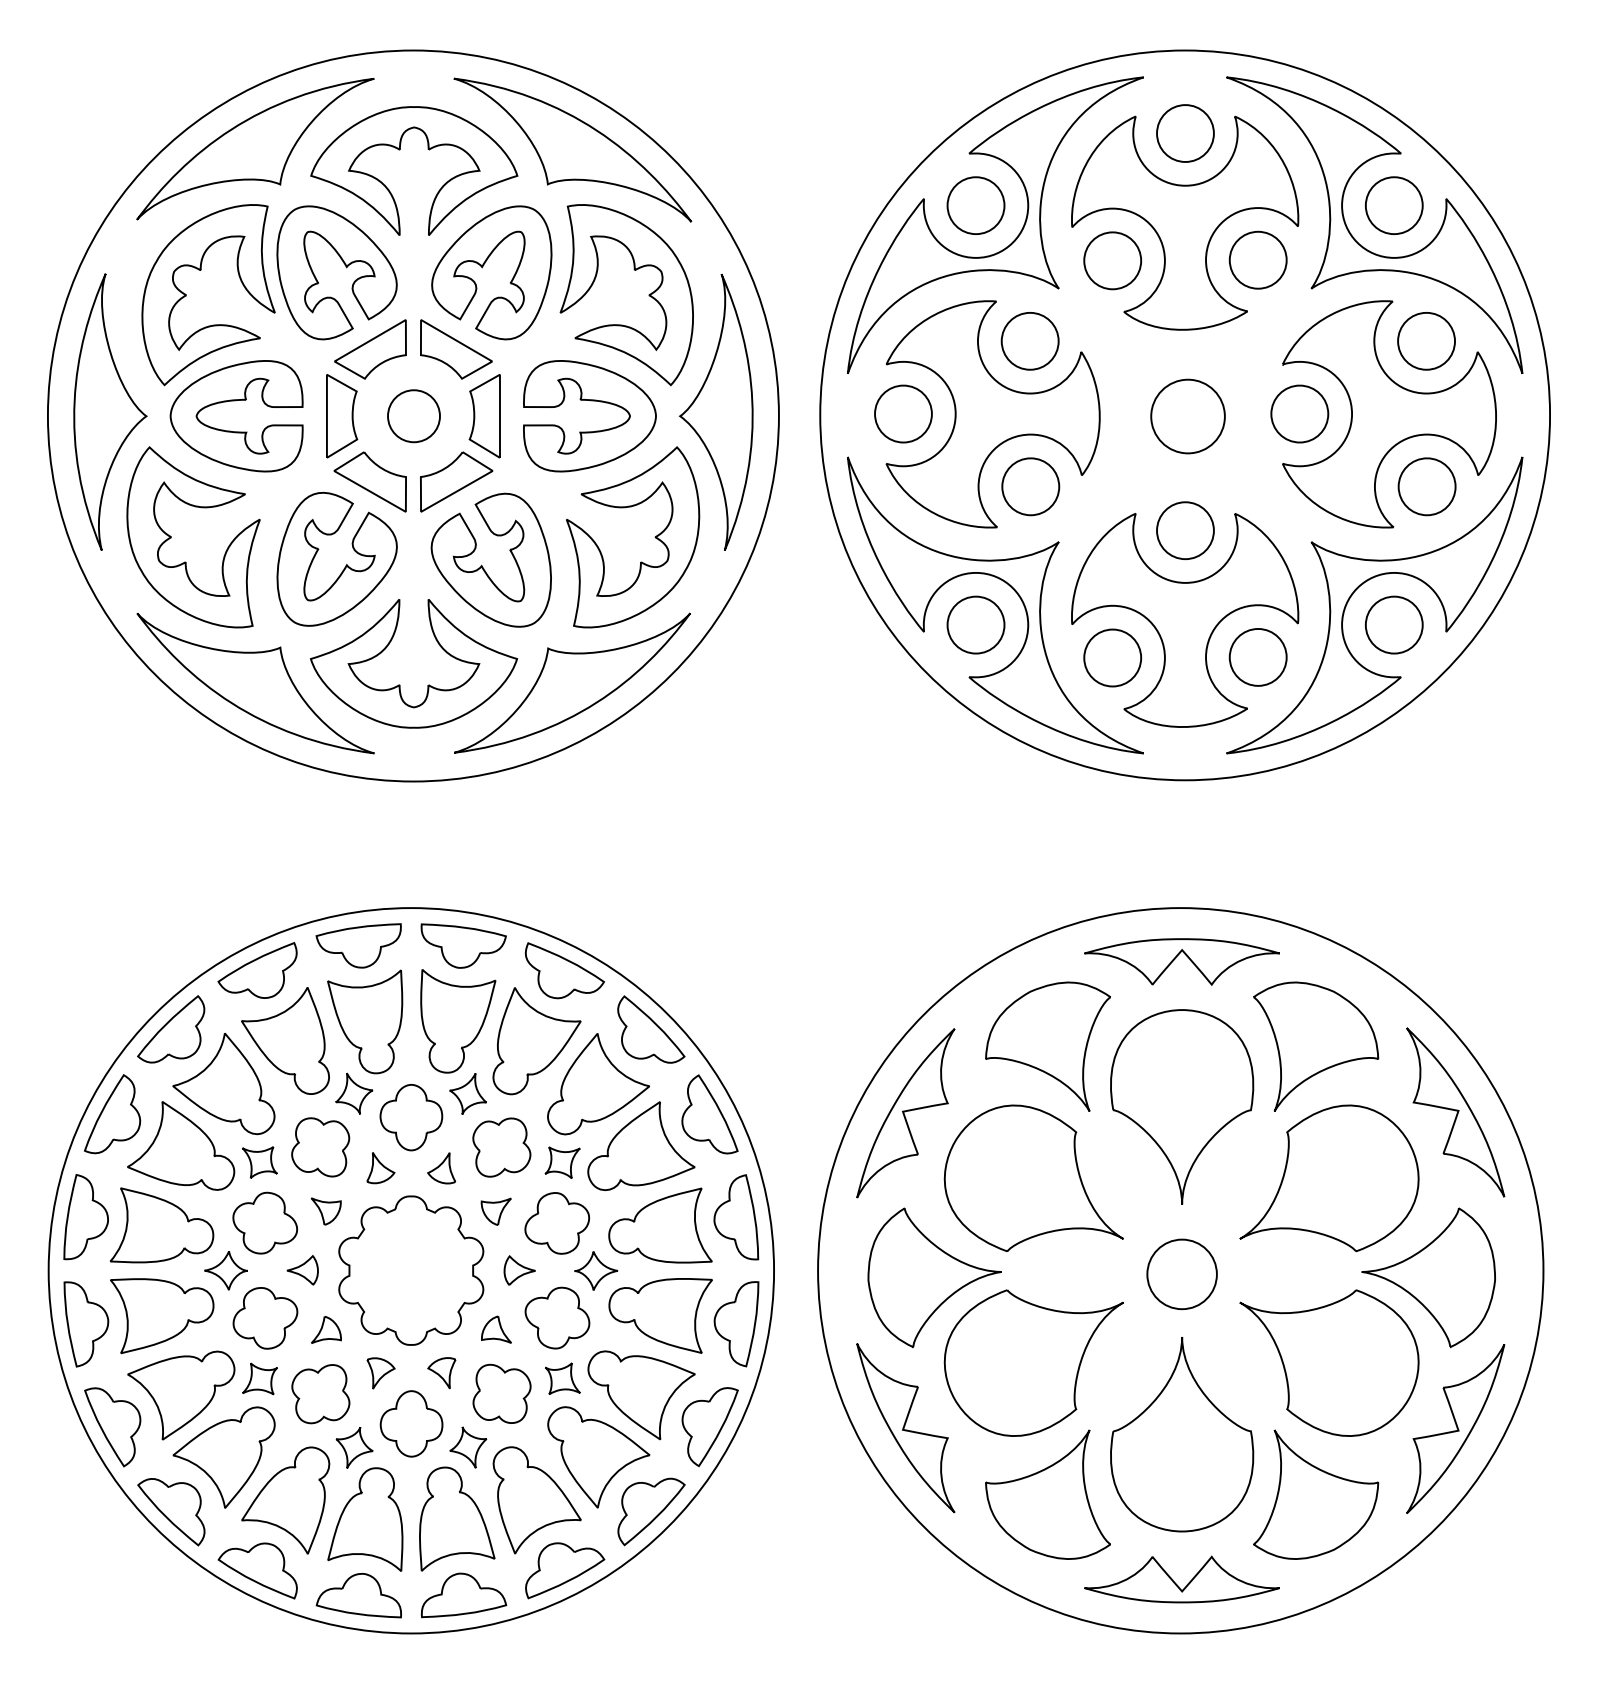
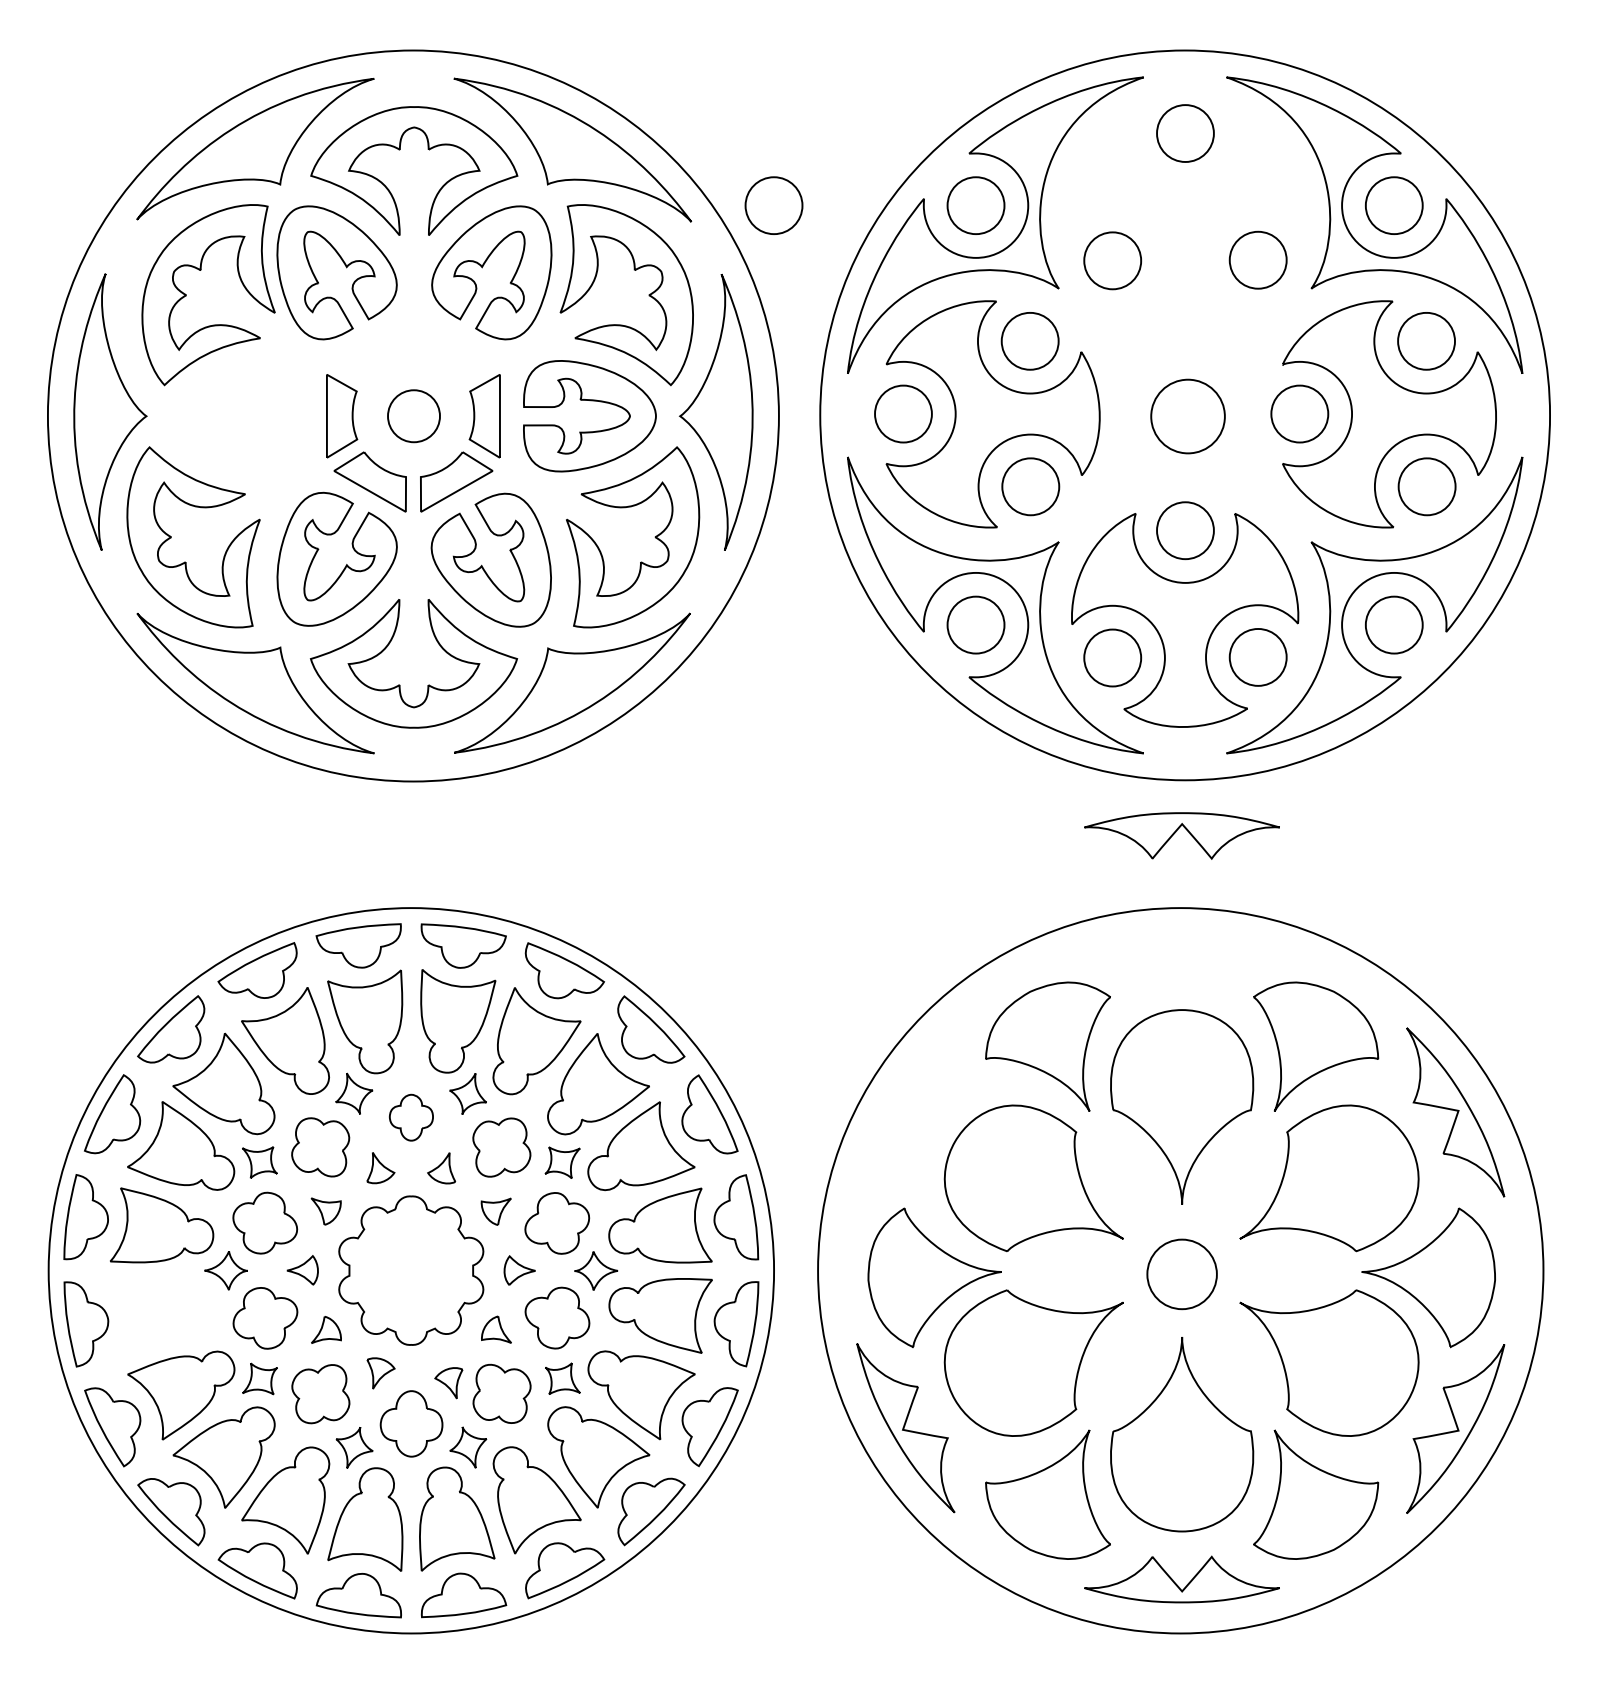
part at (773, 205): none -> present
part at (1185, 222): present -> none
part at (370, 349): present -> none
part at (456, 349): present -> none
part at (236, 401): present -> none
part at (1181, 961) position: (1181, 961) -> (1181, 835)
part at (905, 1113): present -> none
part at (411, 1117) size: 65x68 px -> 45x49 px
part at (162, 1316): present -> none
part at (441, 1373) position: (441, 1373) -> (448, 1383)
